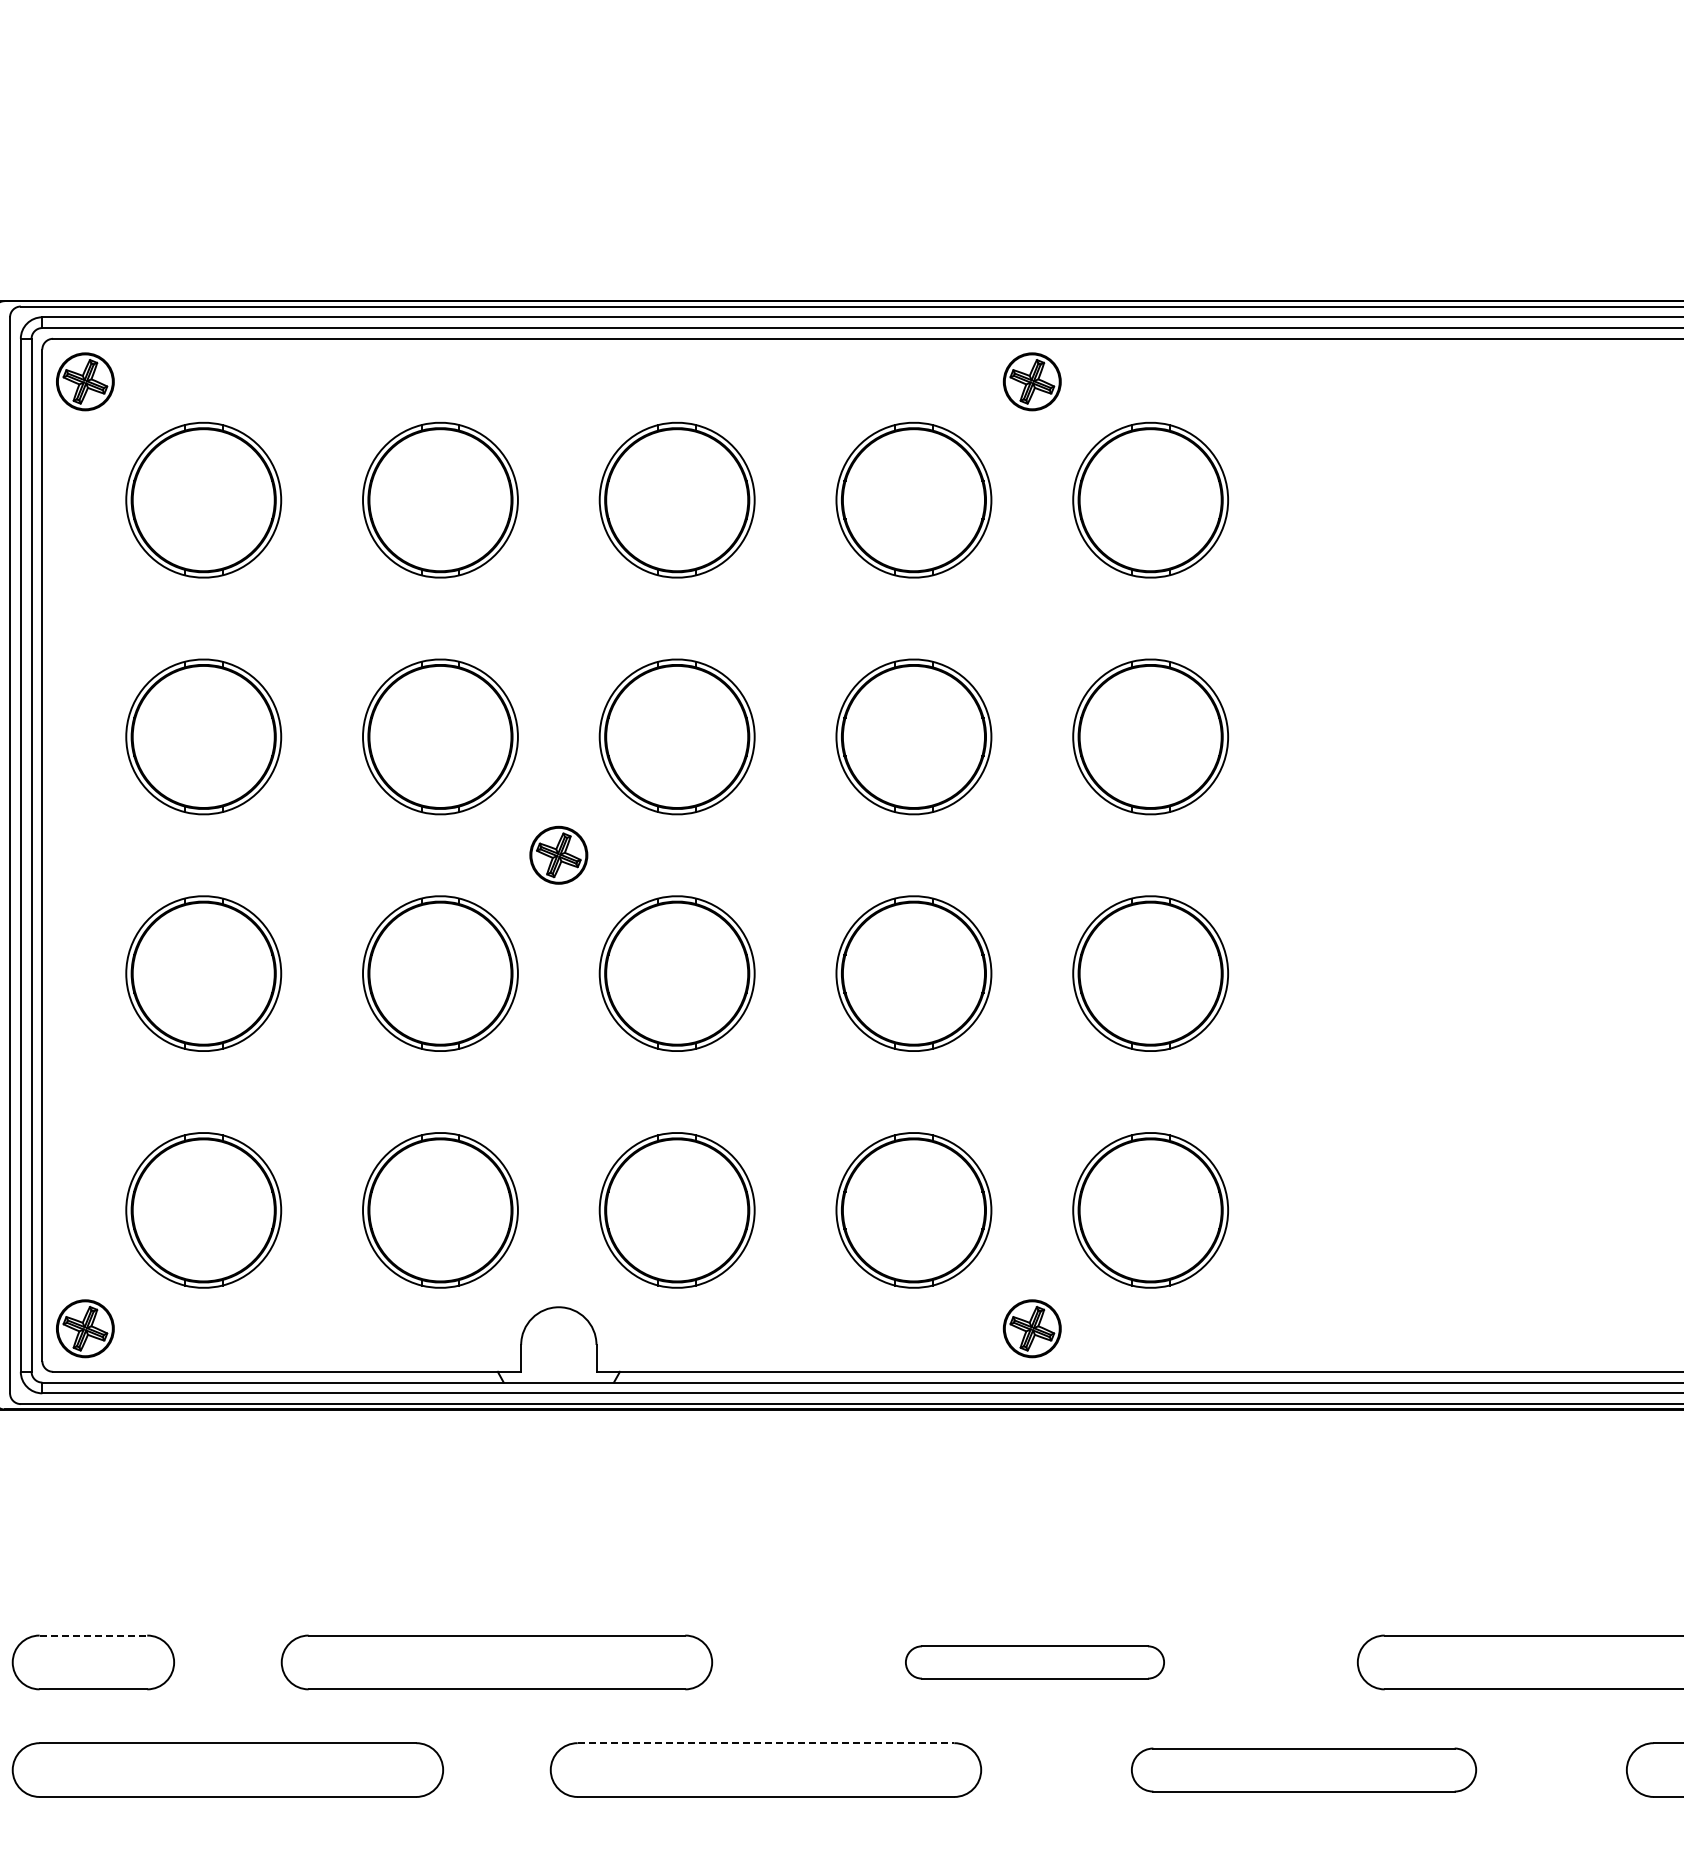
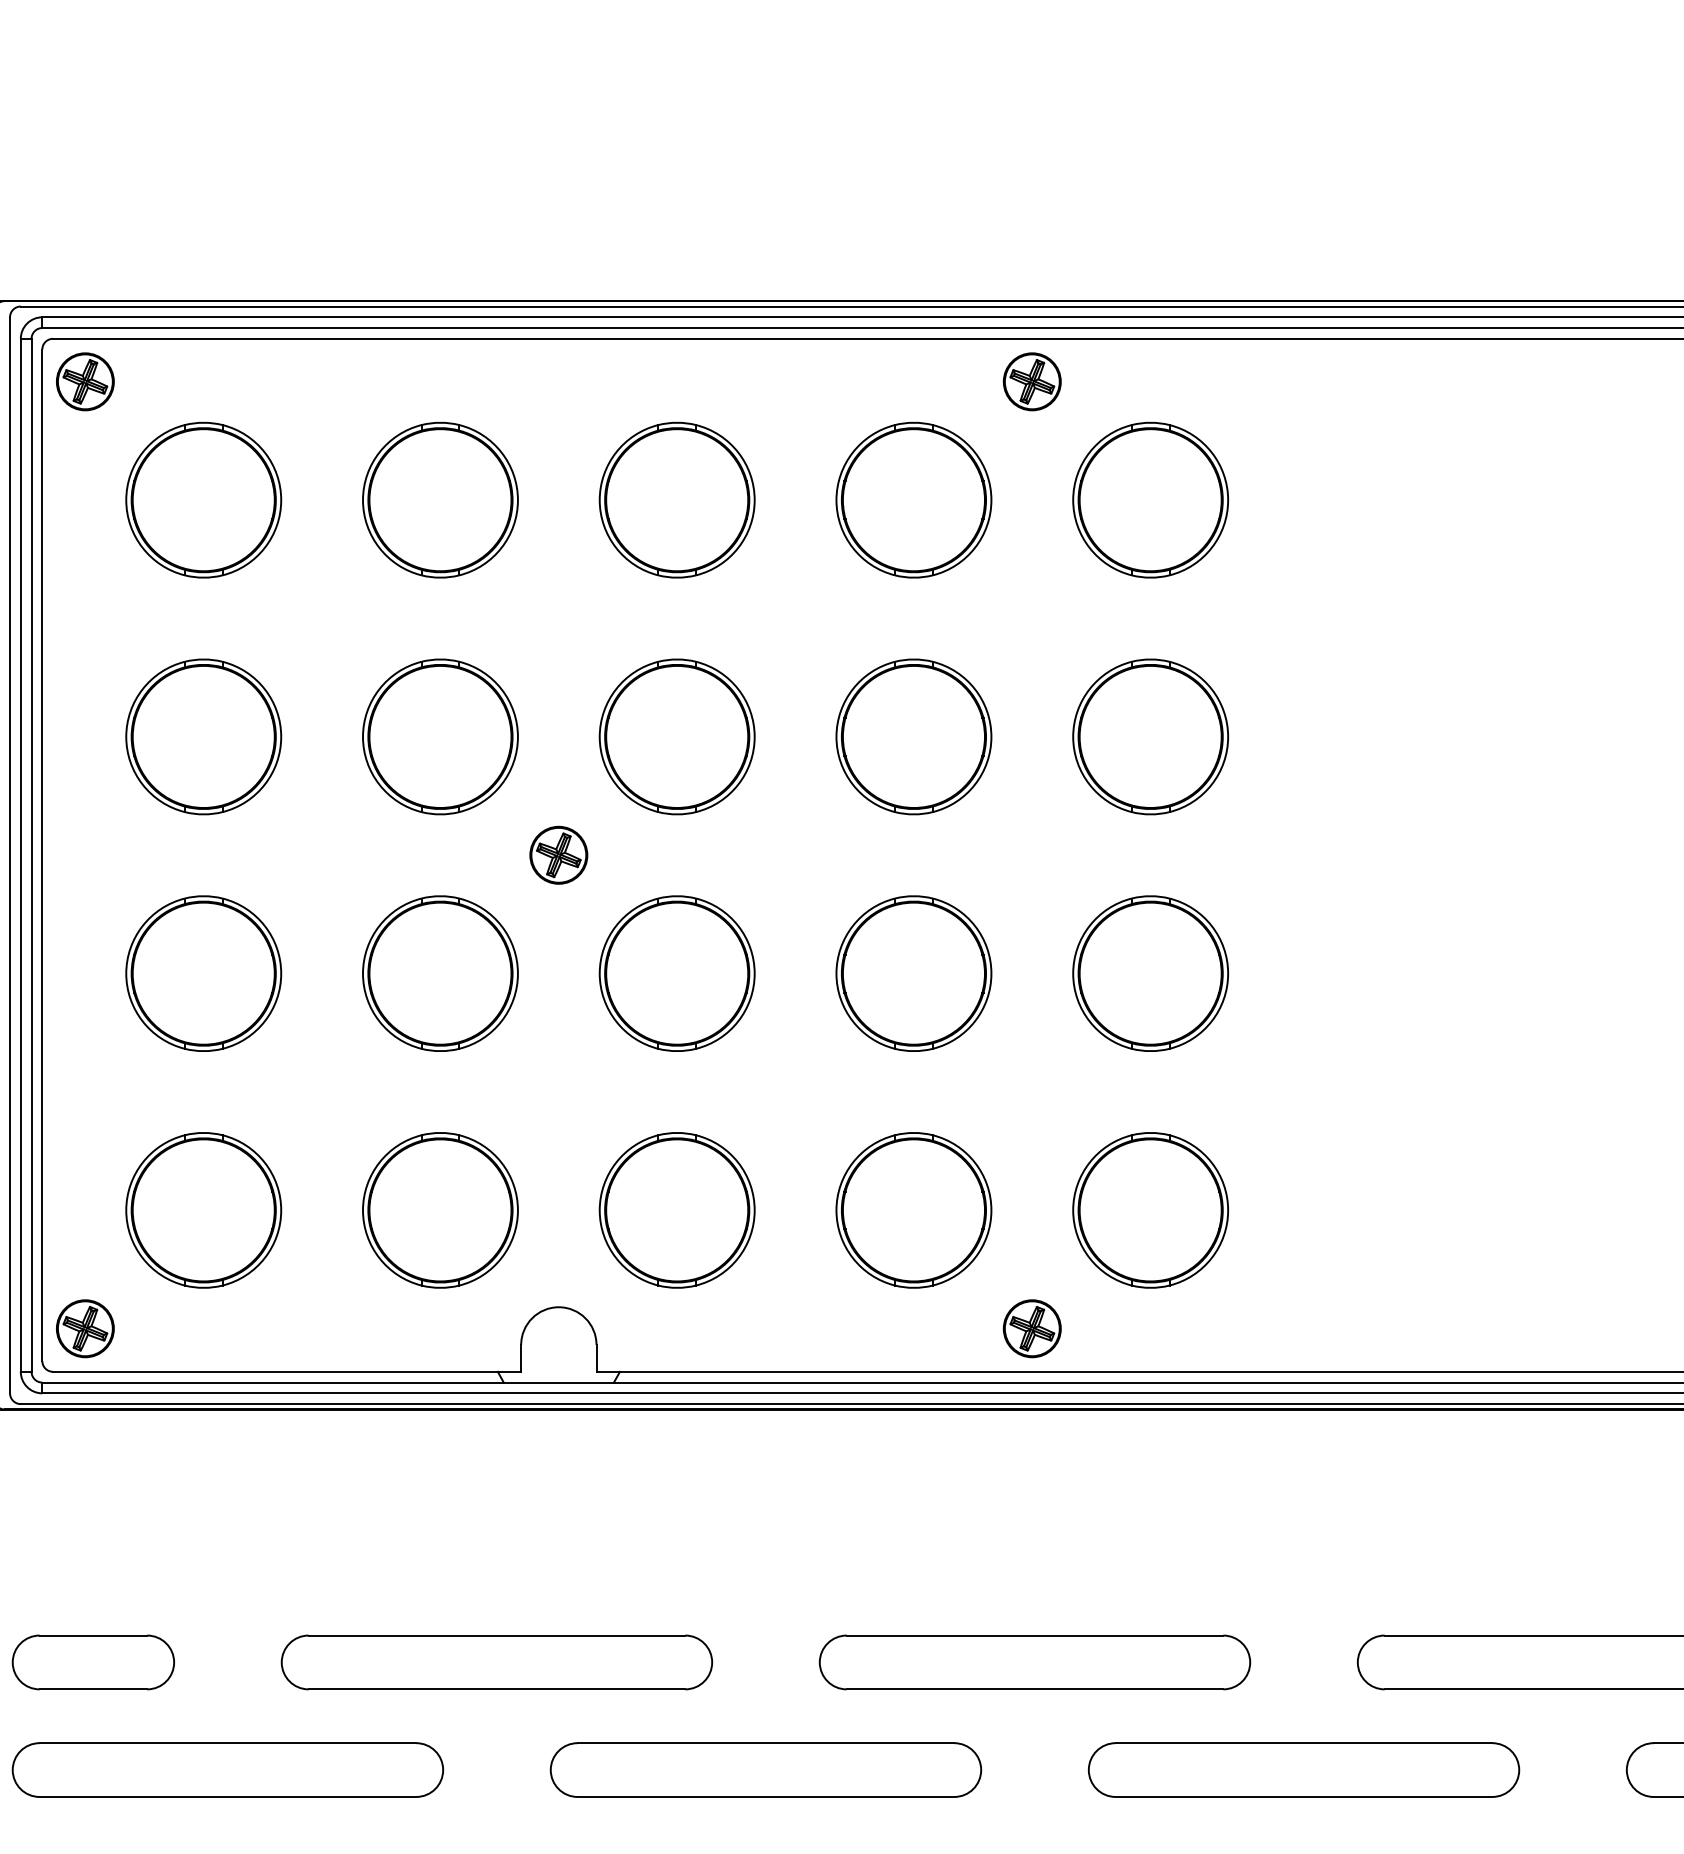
line at (93, 1635): dashed -> solid
part at (1034, 1662) size: 260x35 px -> 434x57 px
line at (766, 1743): dashed -> solid
part at (1304, 1769) size: 347x46 px -> 434x56 px
